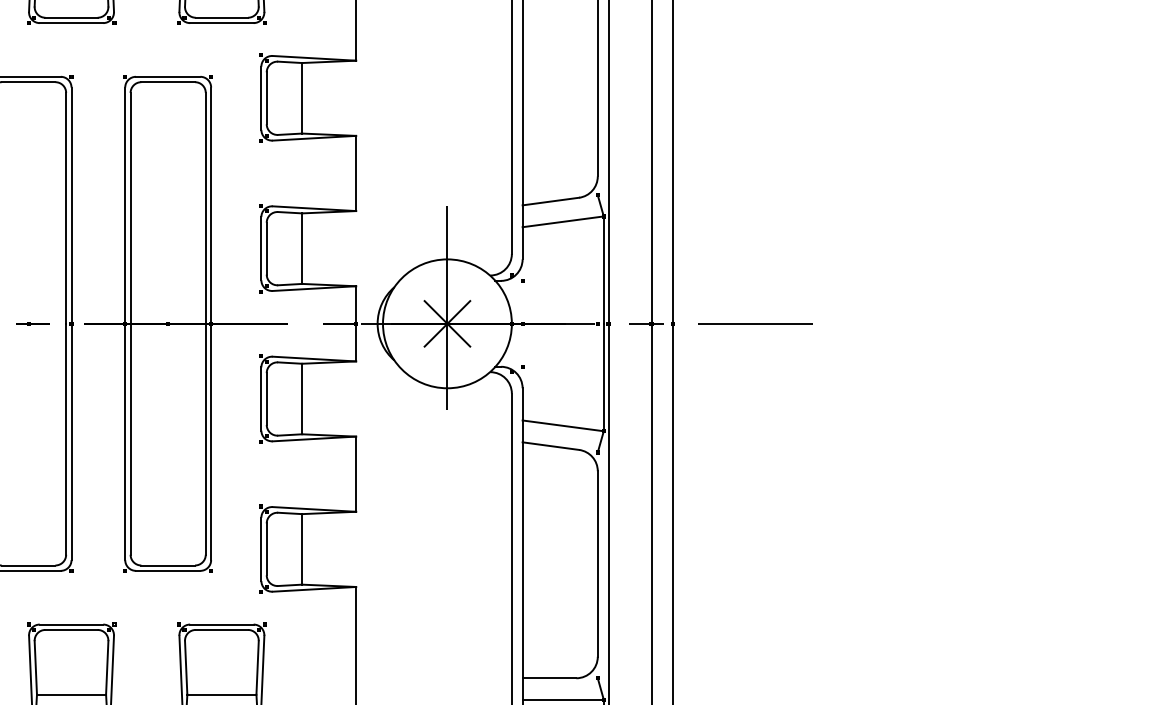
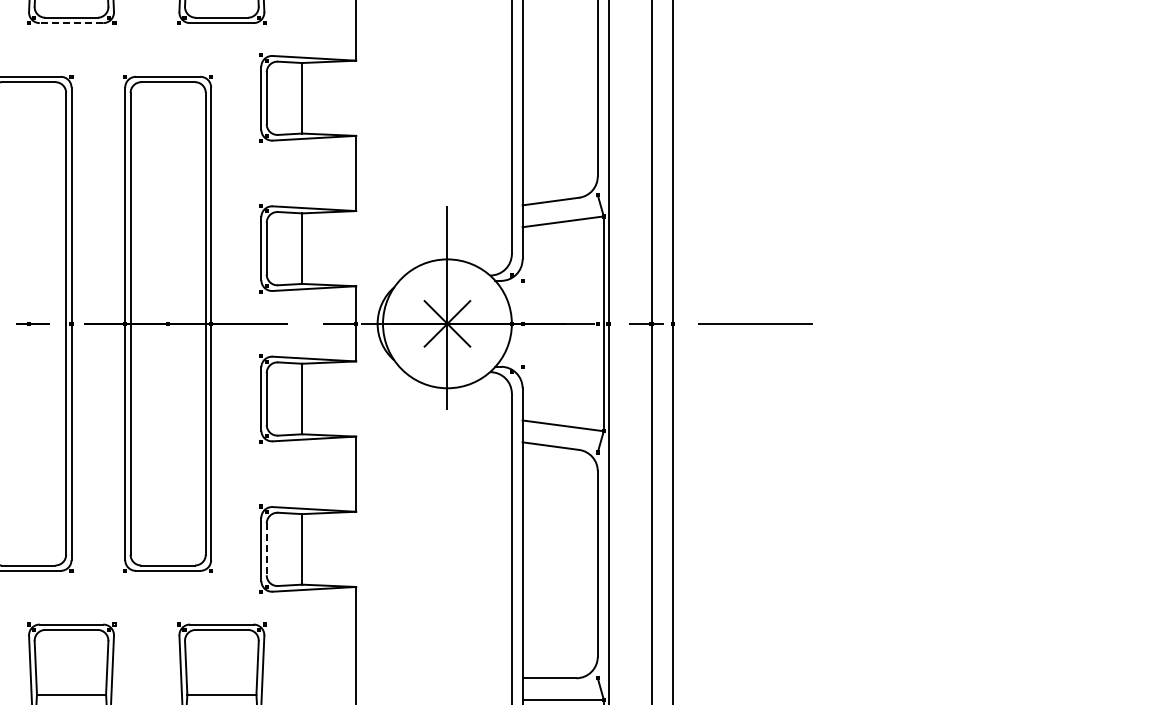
line at (71, 23): solid -> dashed
line at (266, 549): solid -> dashed
